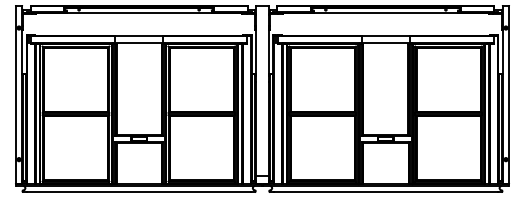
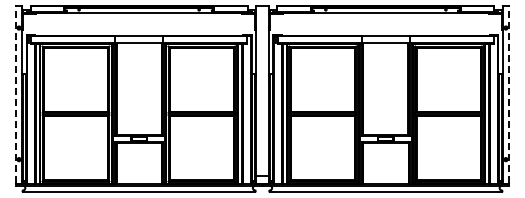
line at (15, 94): solid -> dashed
line at (509, 94): solid -> dashed
